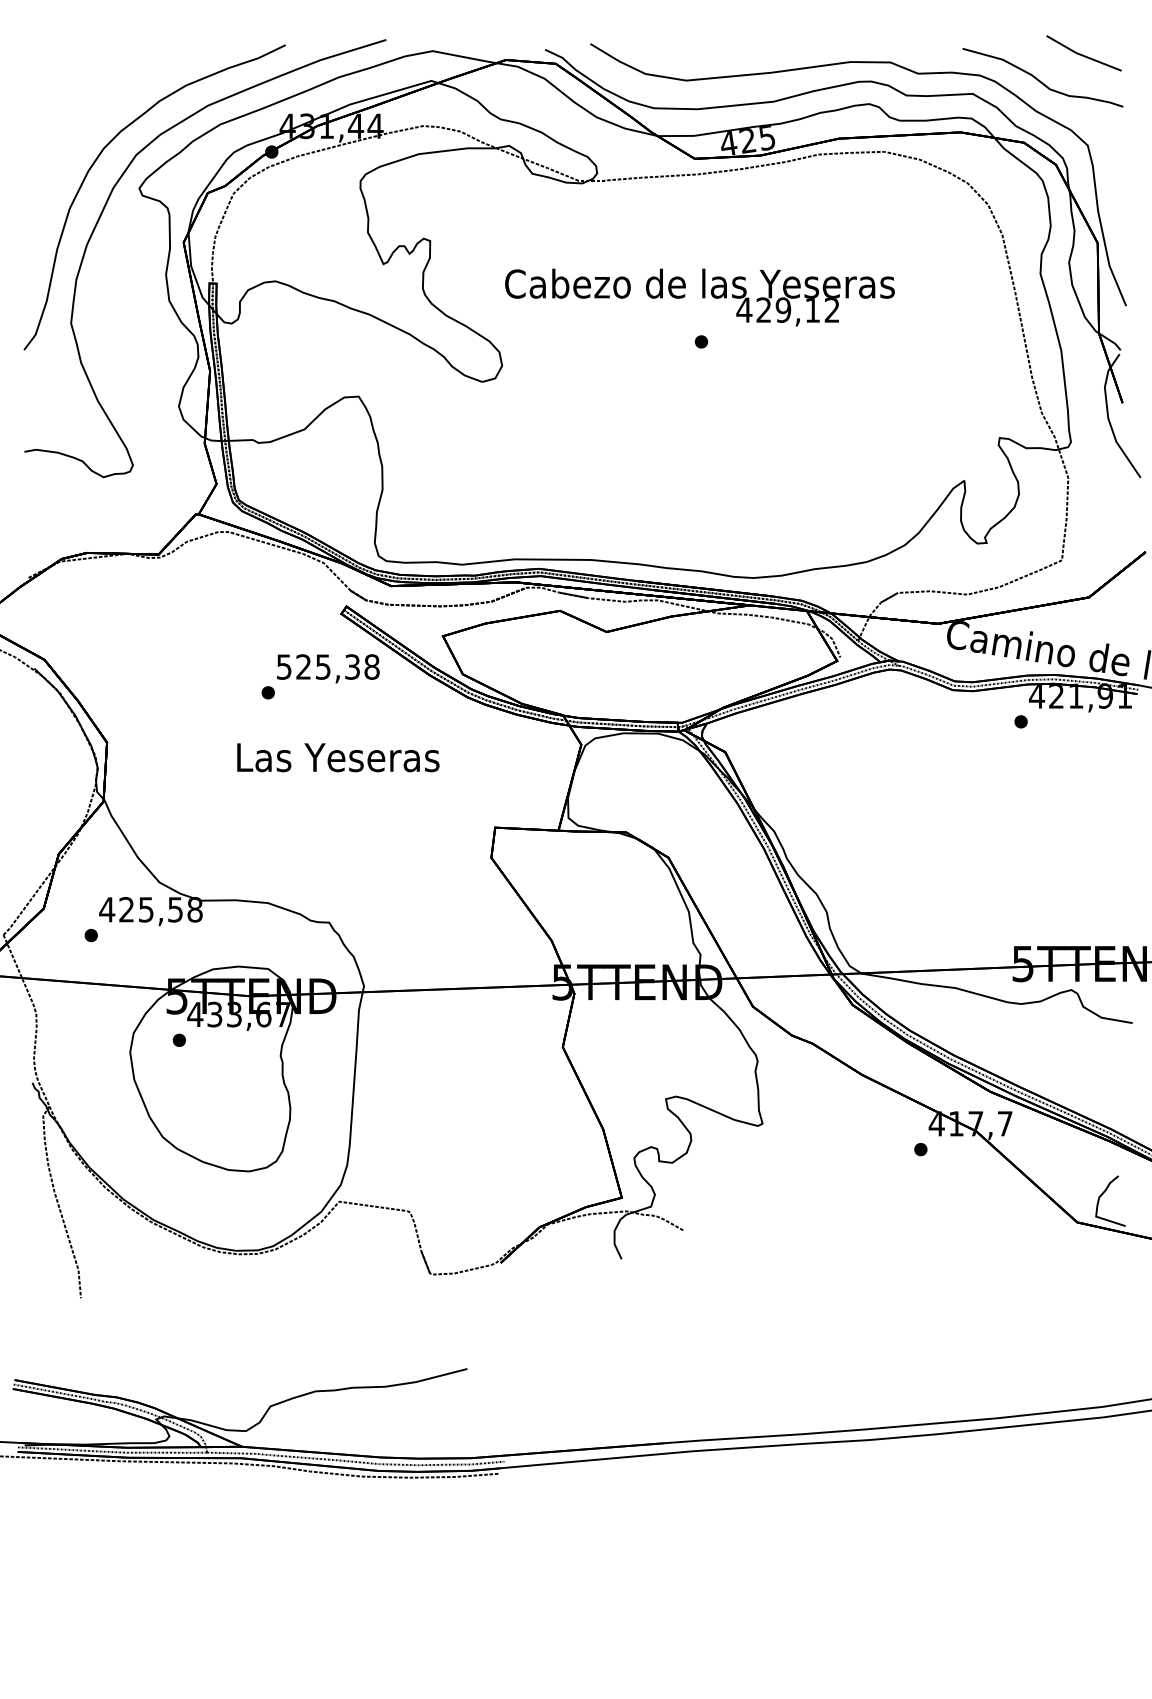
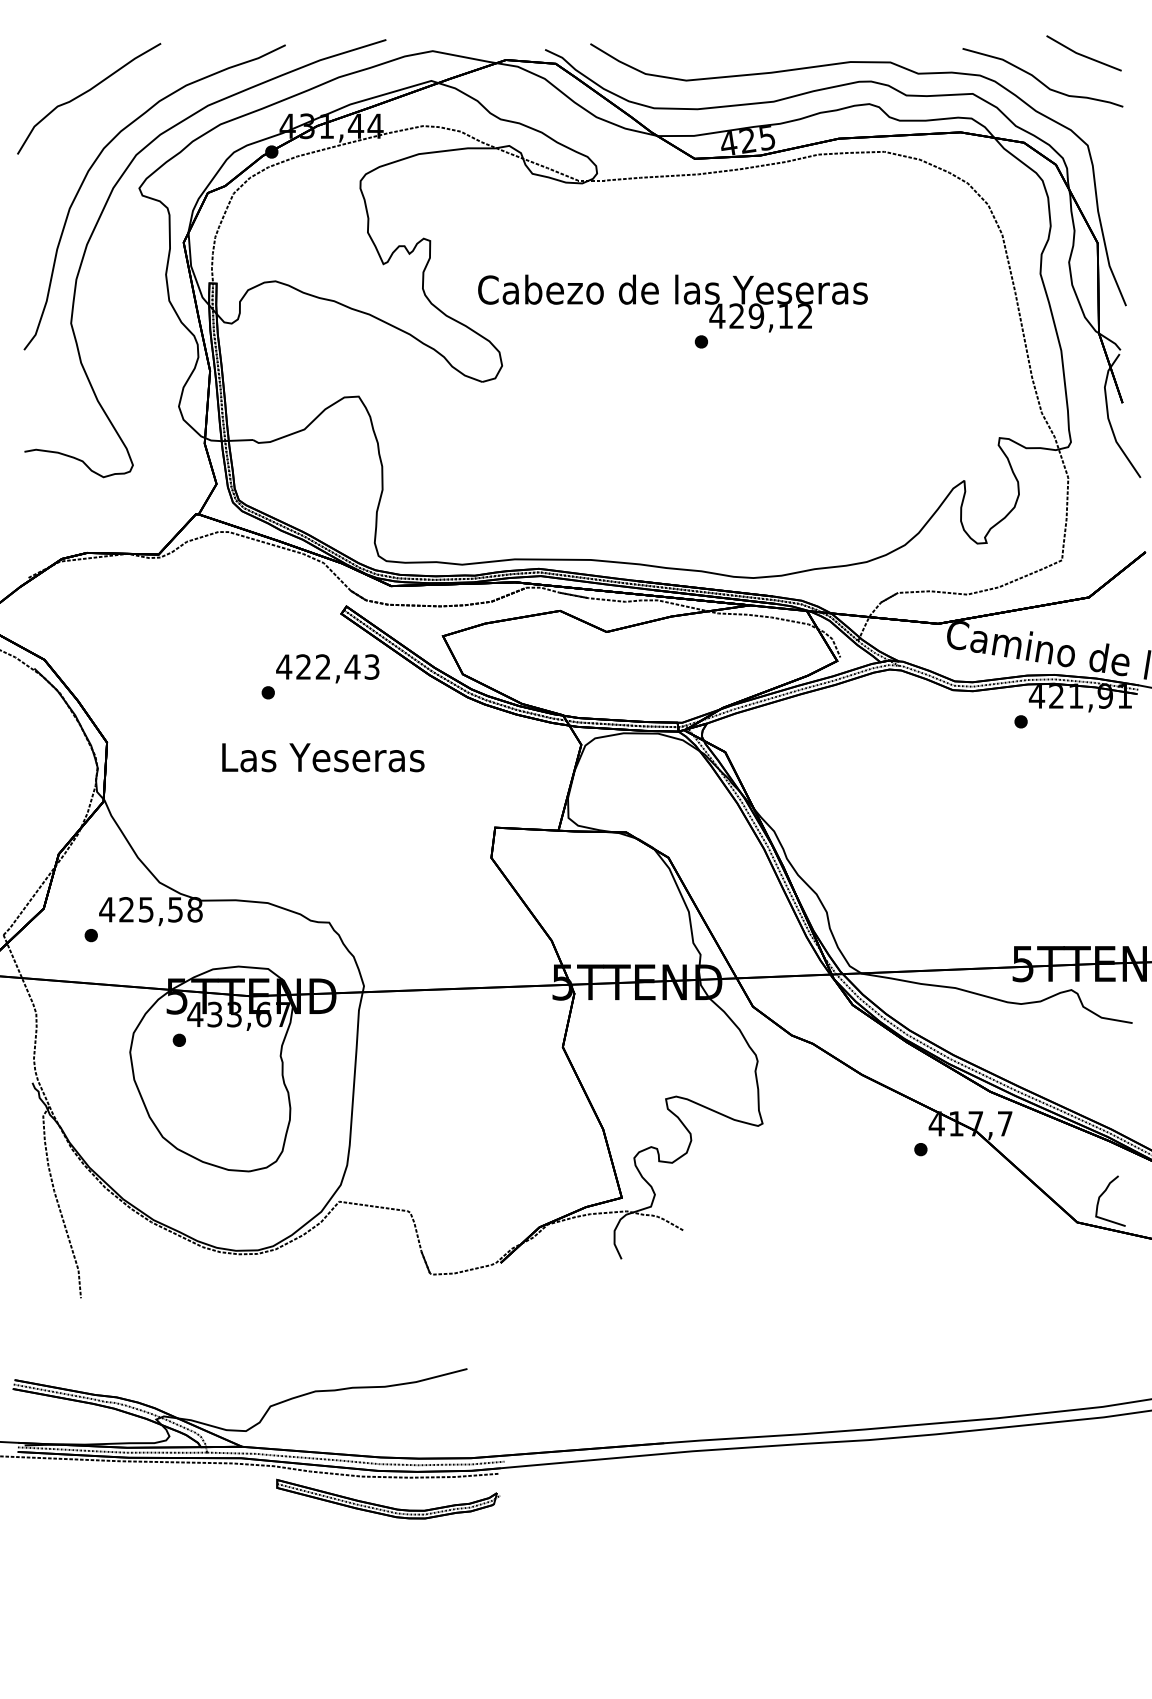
curve at (87, 92): none -> present
text at (699, 297) position: (699, 297) -> (672, 303)
text at (327, 666): 525,38 -> 422,43
text at (338, 757) position: (338, 757) -> (323, 757)
part at (388, 1506): none -> present
